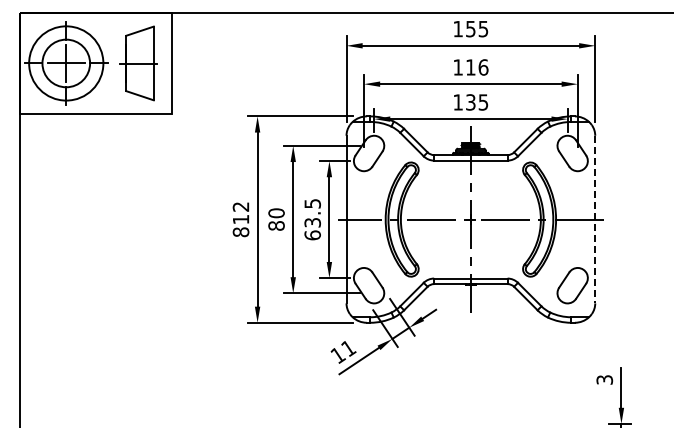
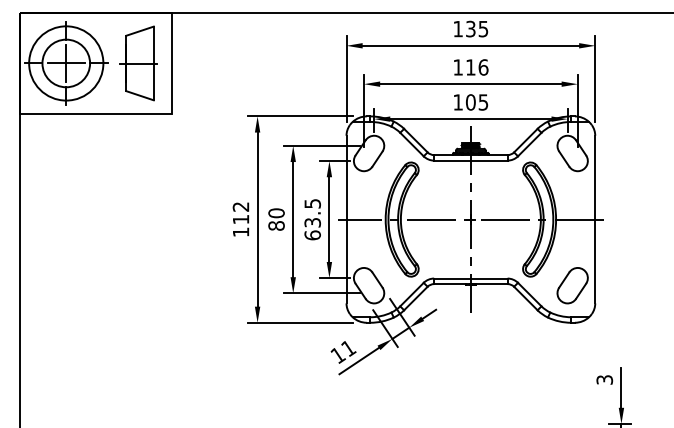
text at (470, 28): 155 -> 135
text at (470, 102): 135 -> 105
line at (595, 219): dashed -> solid
text at (240, 232): 812 -> 112
